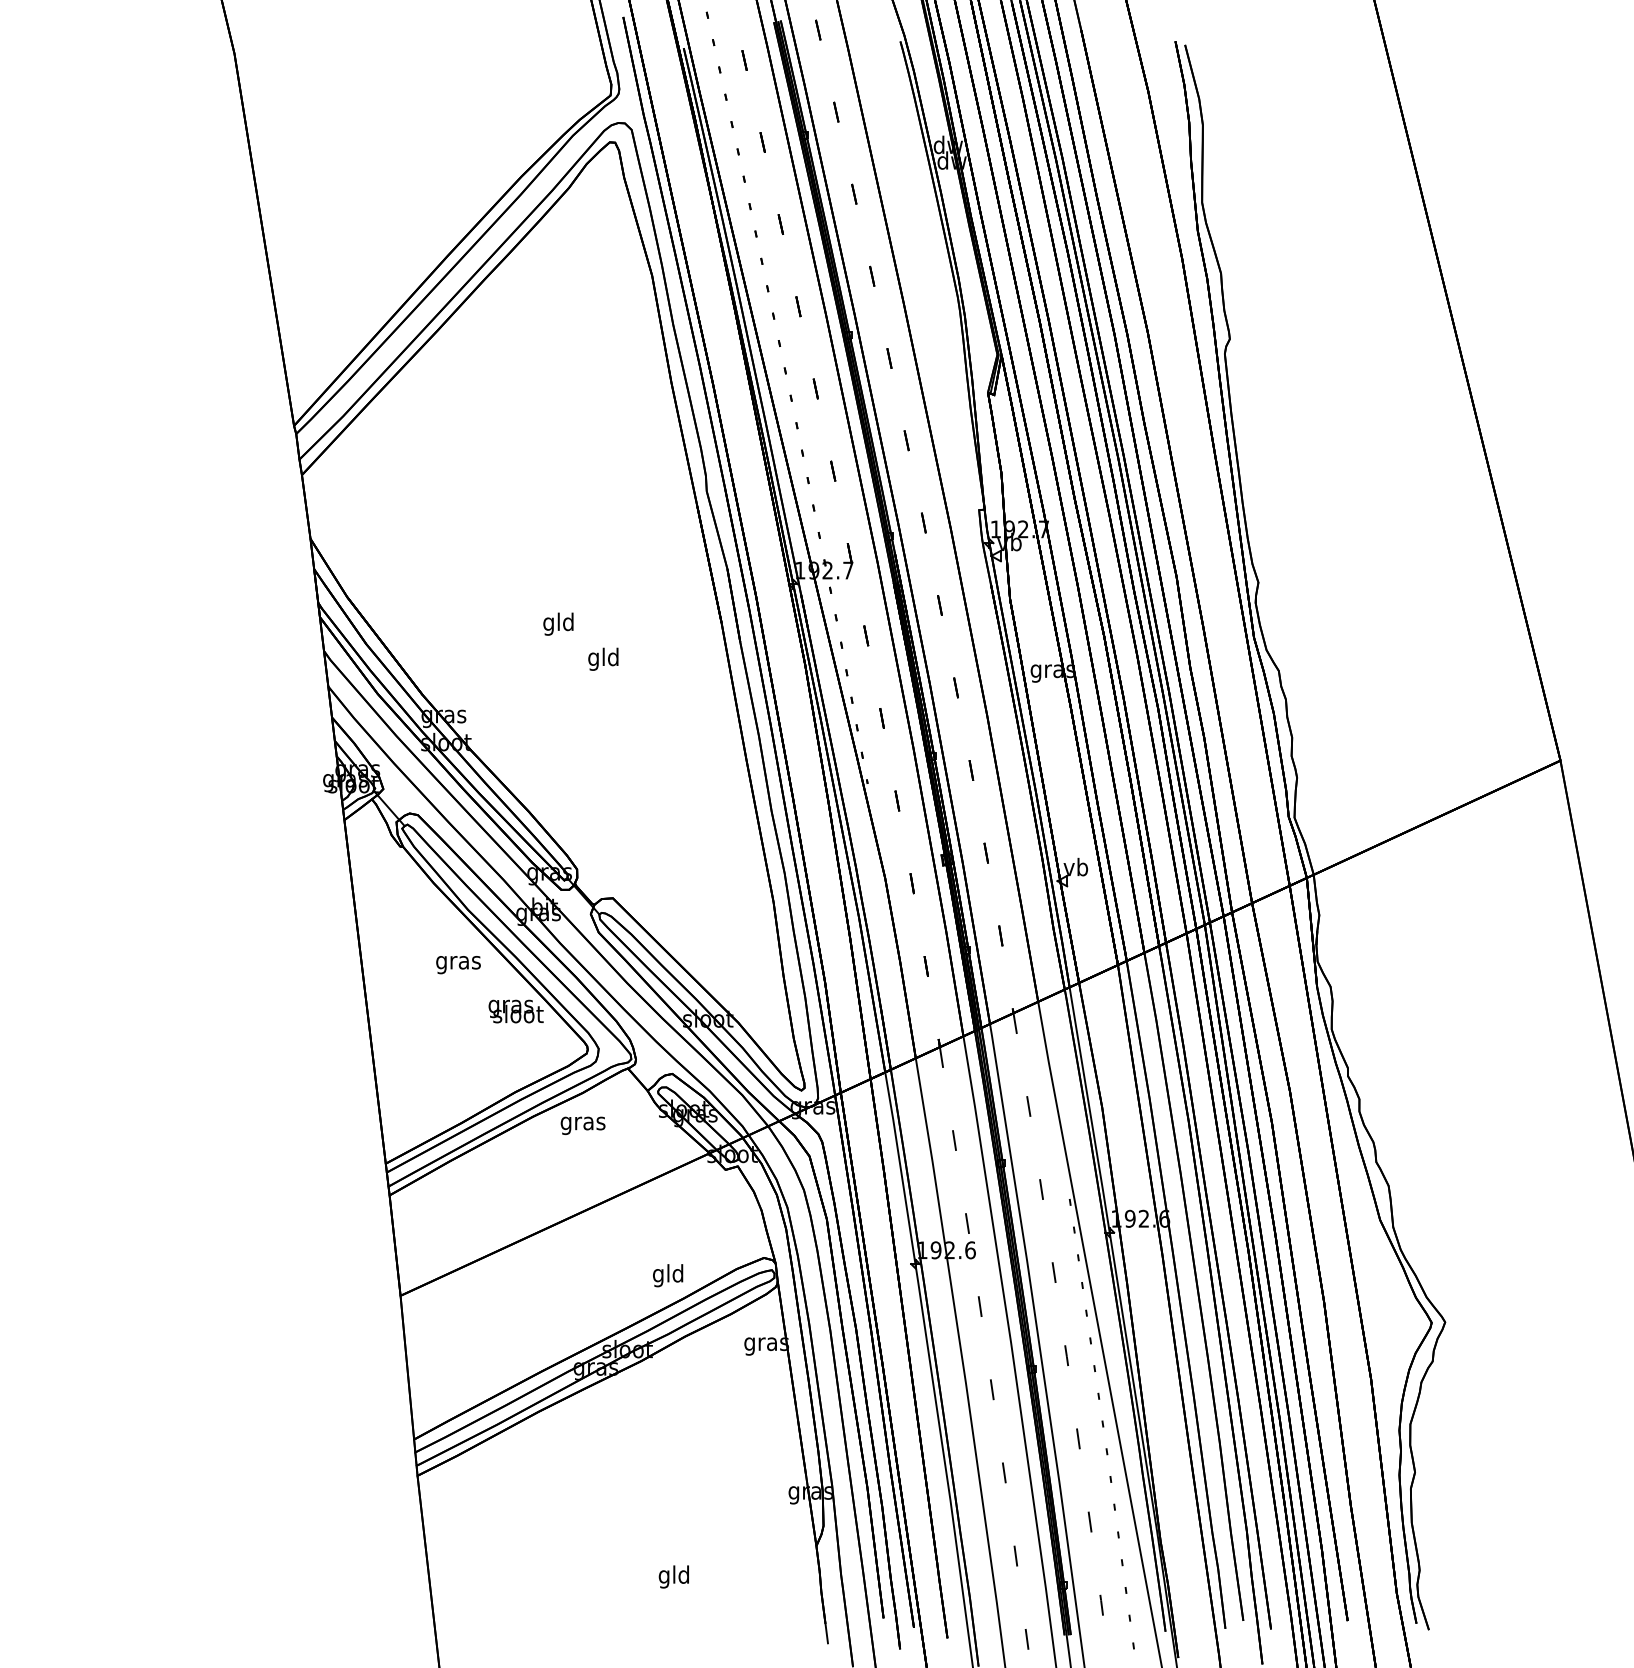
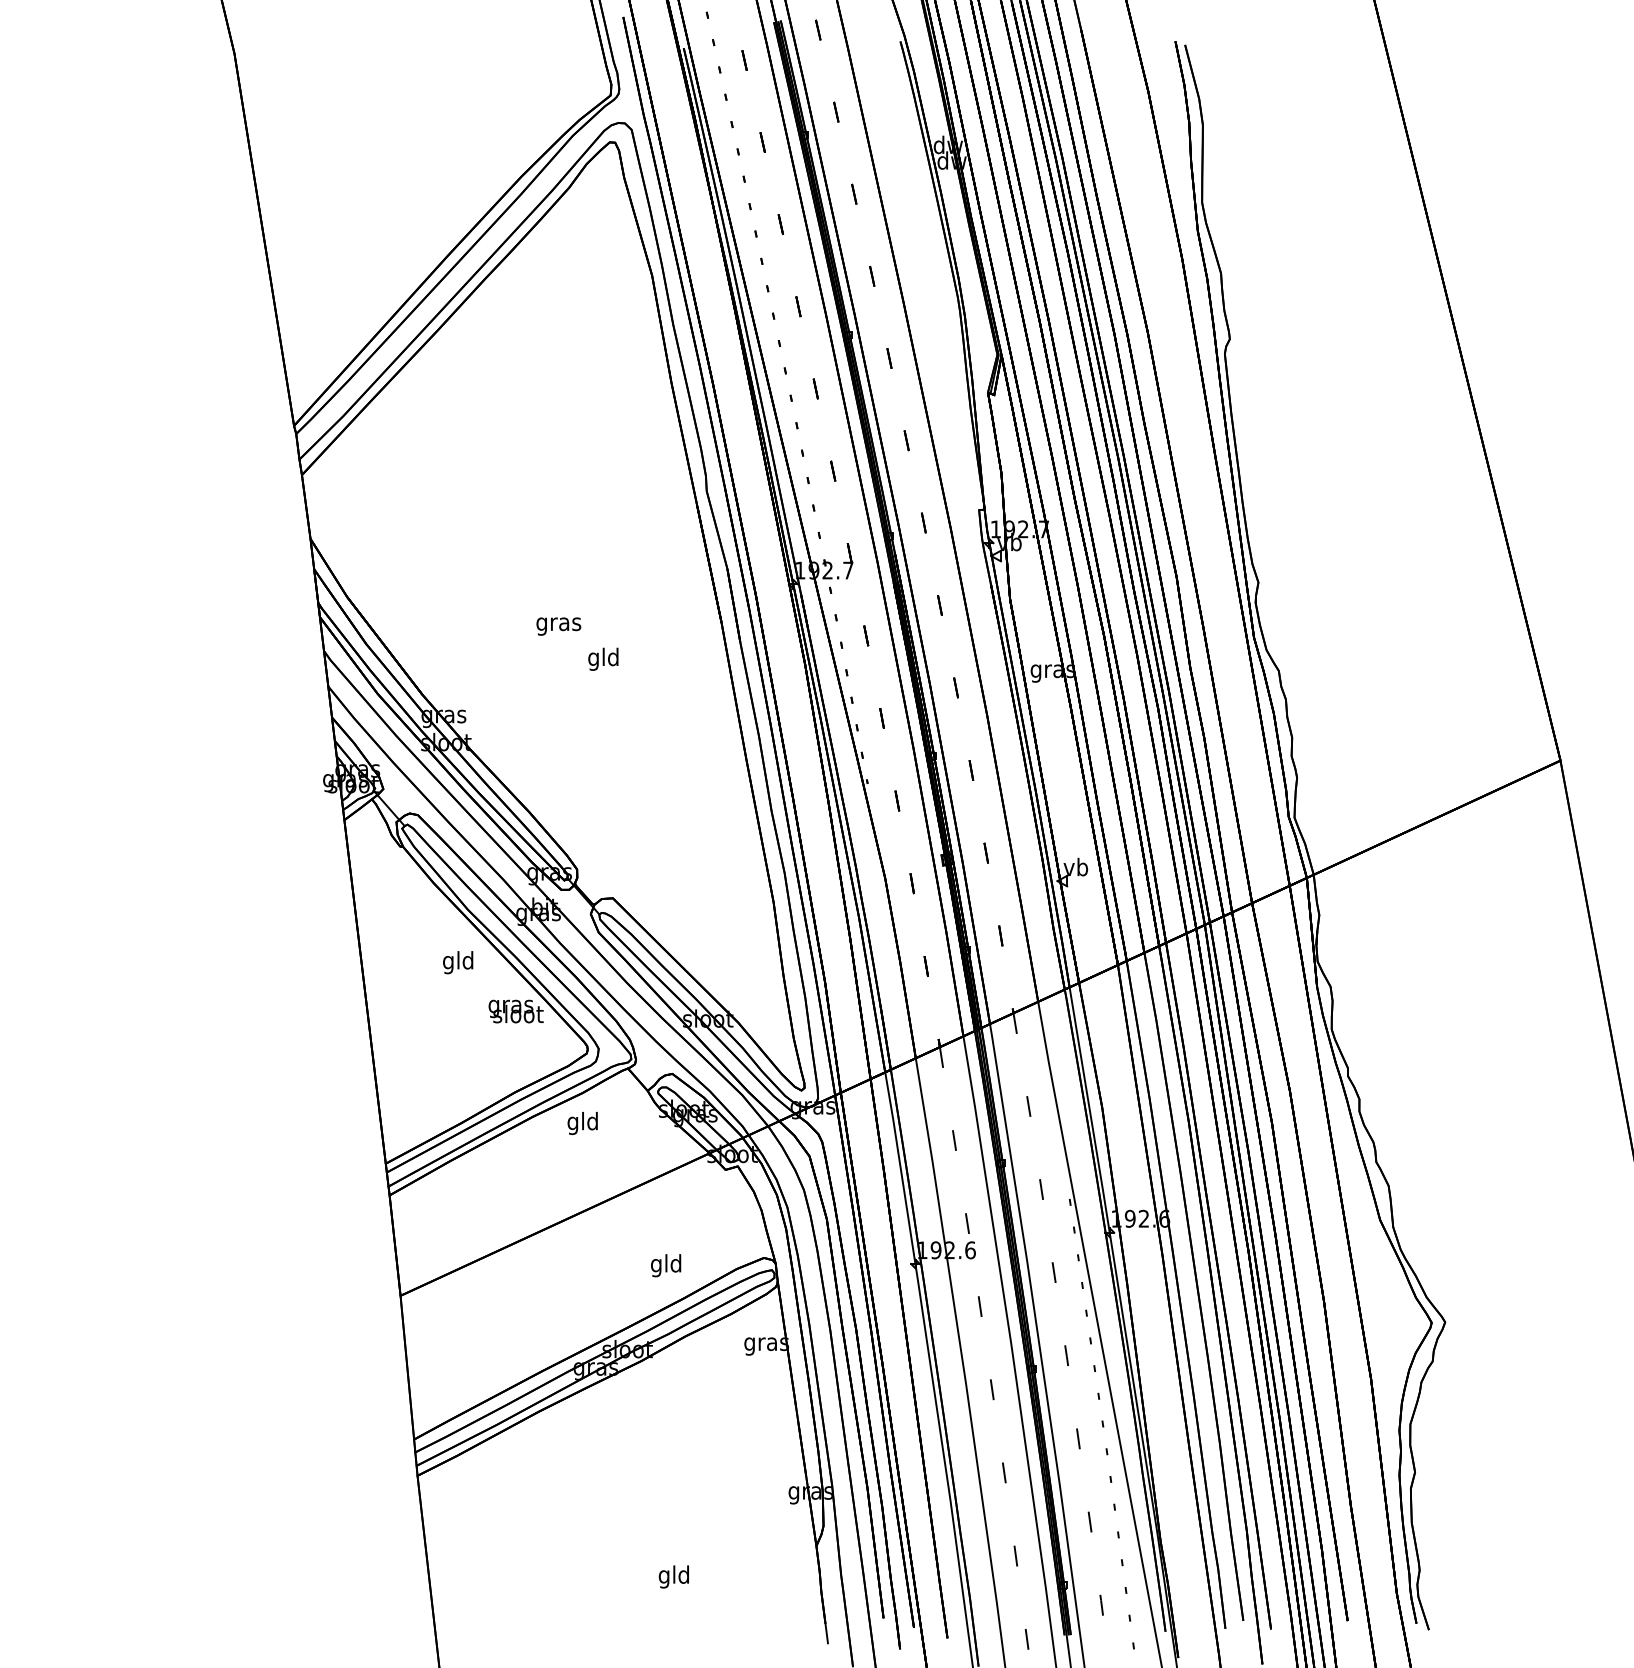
text at (558, 623): gld -> gras
text at (458, 962): gras -> gld
text at (582, 1123): gras -> gld
text at (668, 1275) position: (668, 1275) -> (666, 1265)
